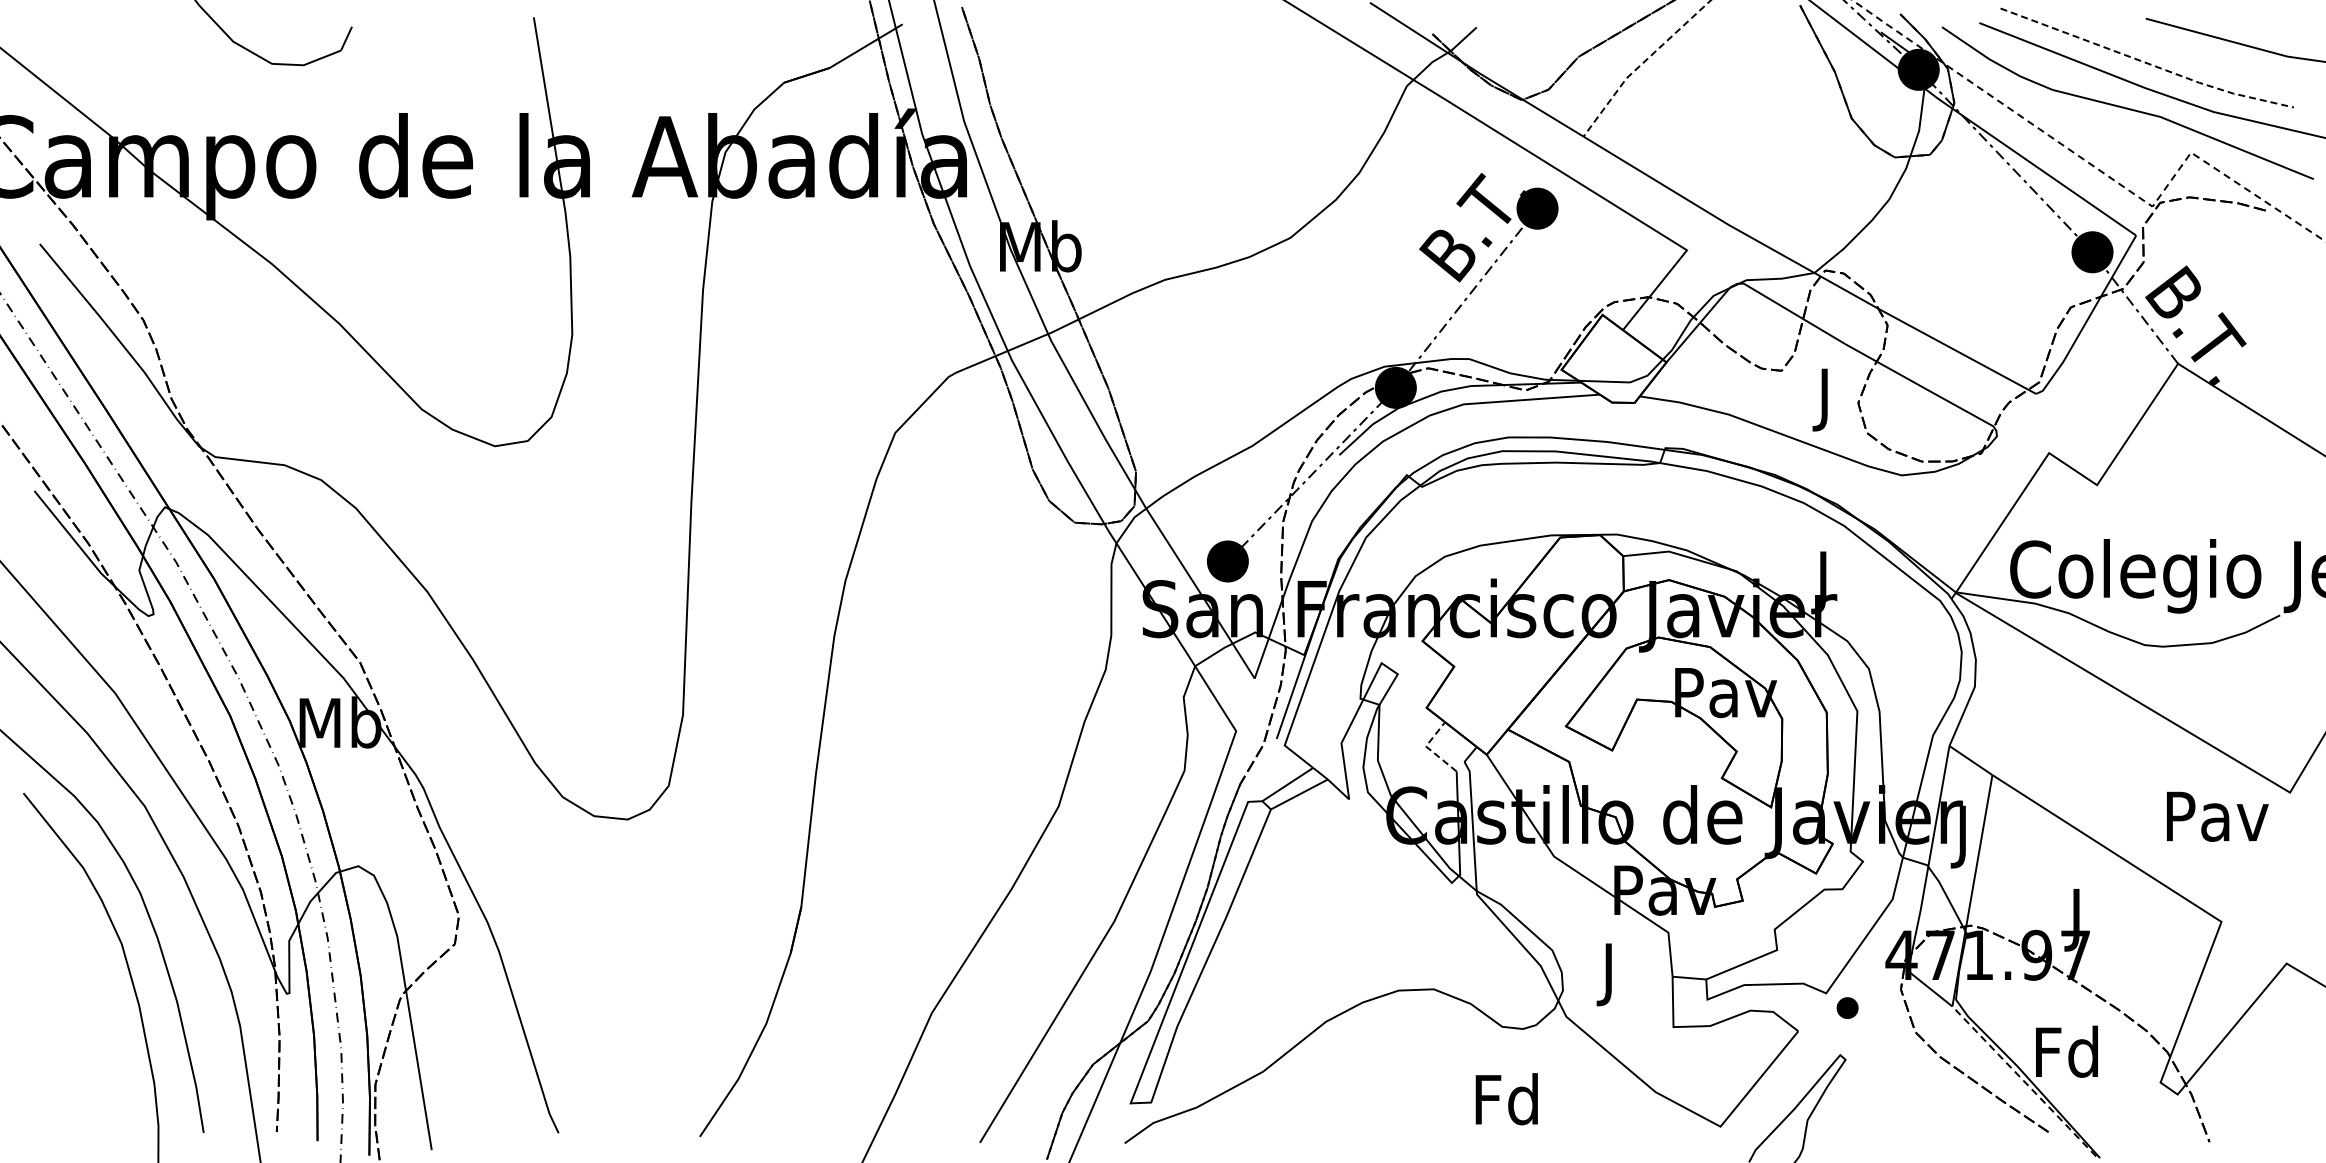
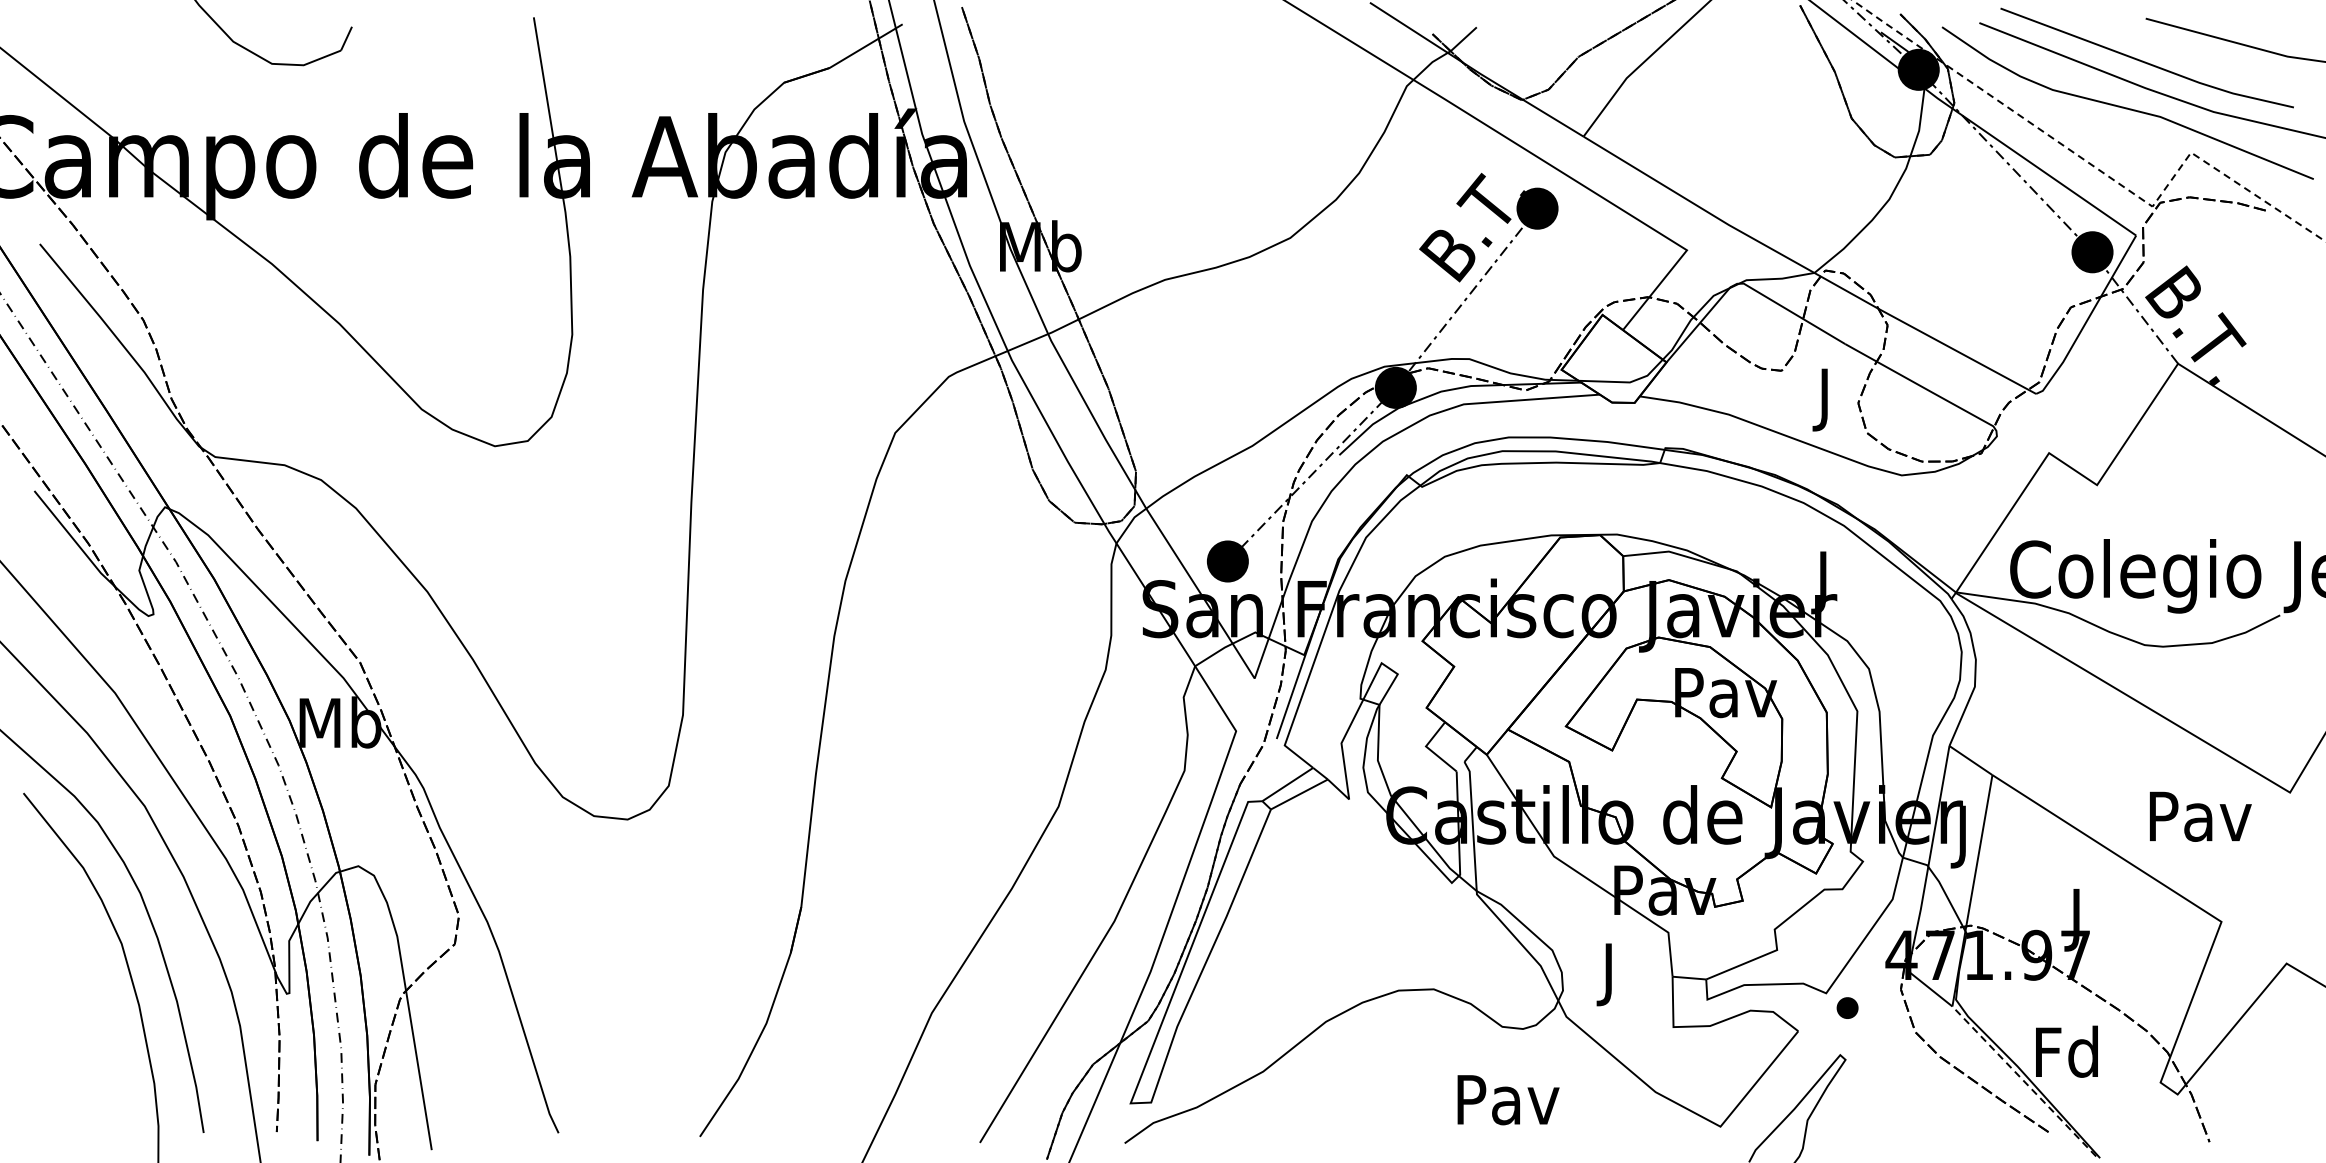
line at (2147, 63): dashed -> solid
line at (1641, 64): dashed -> solid
line at (1429, 748): dashed -> solid
text at (2217, 816) position: (2217, 816) -> (2200, 816)
text at (1508, 1099): Fd -> Pav
